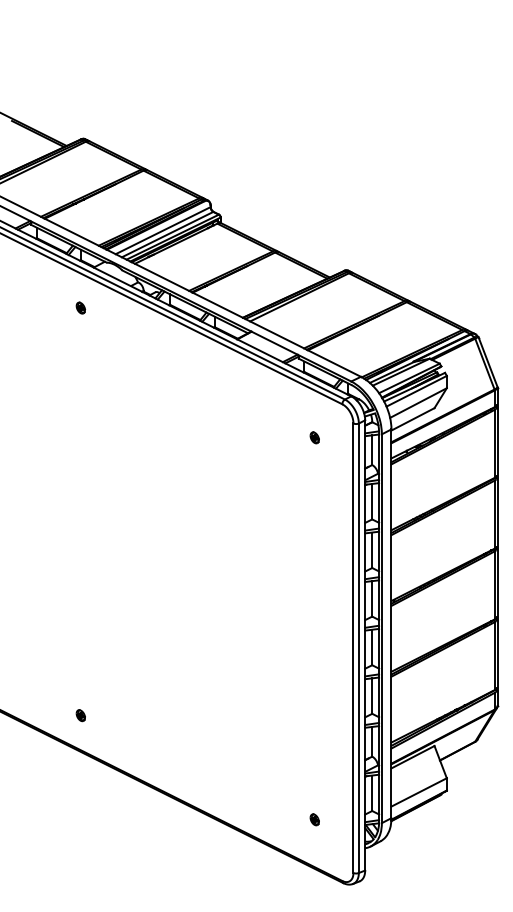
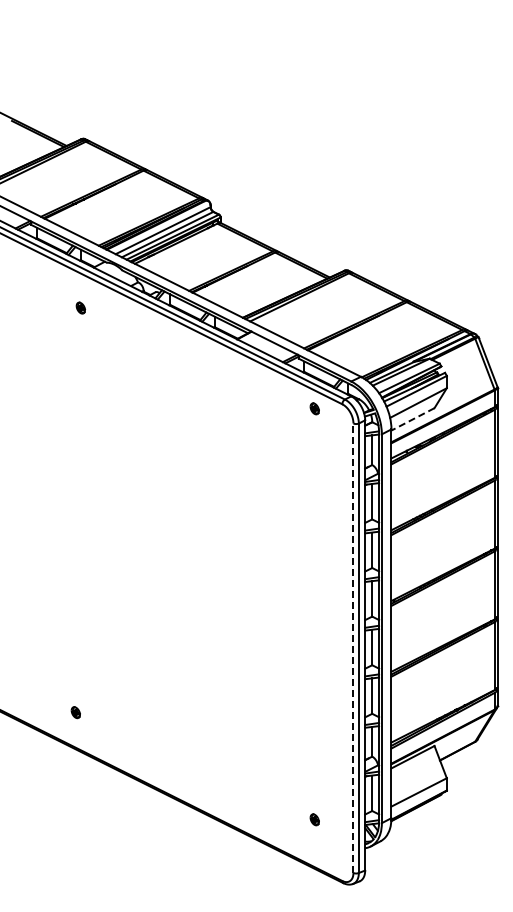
line at (412, 419): solid -> dashed
part at (314, 437) position: (314, 437) -> (314, 408)
line at (353, 648): solid -> dashed
part at (80, 715) position: (80, 715) -> (75, 712)
